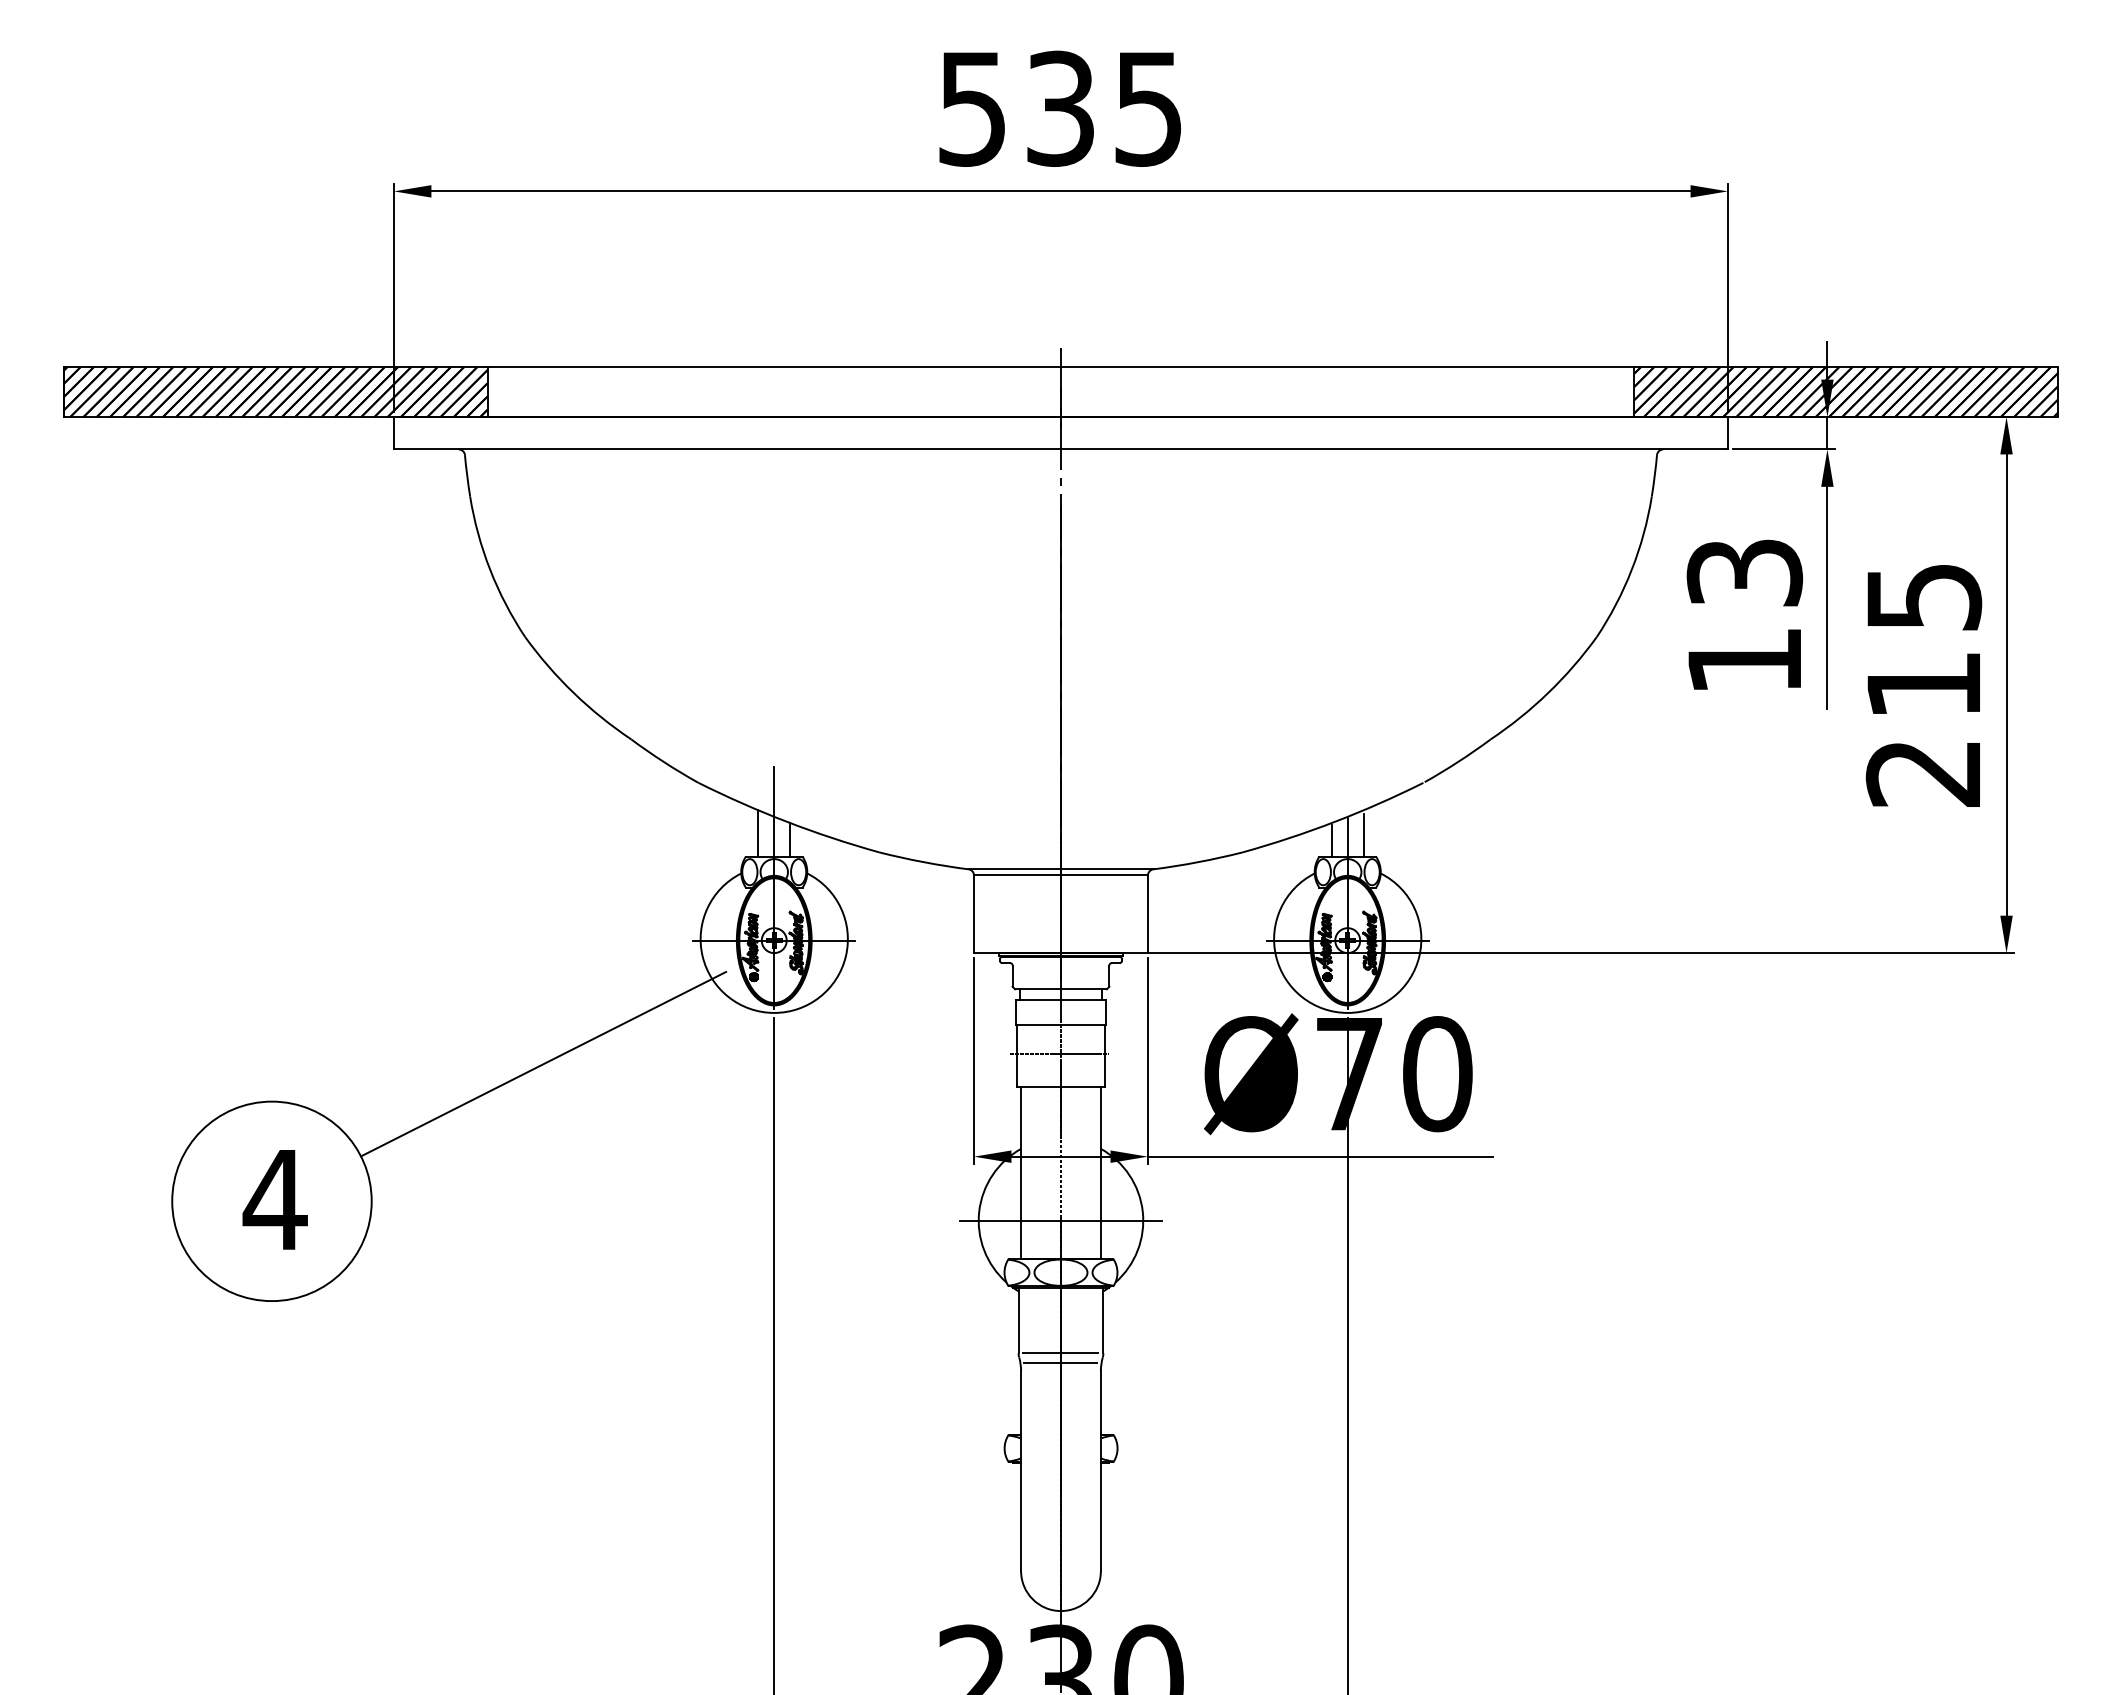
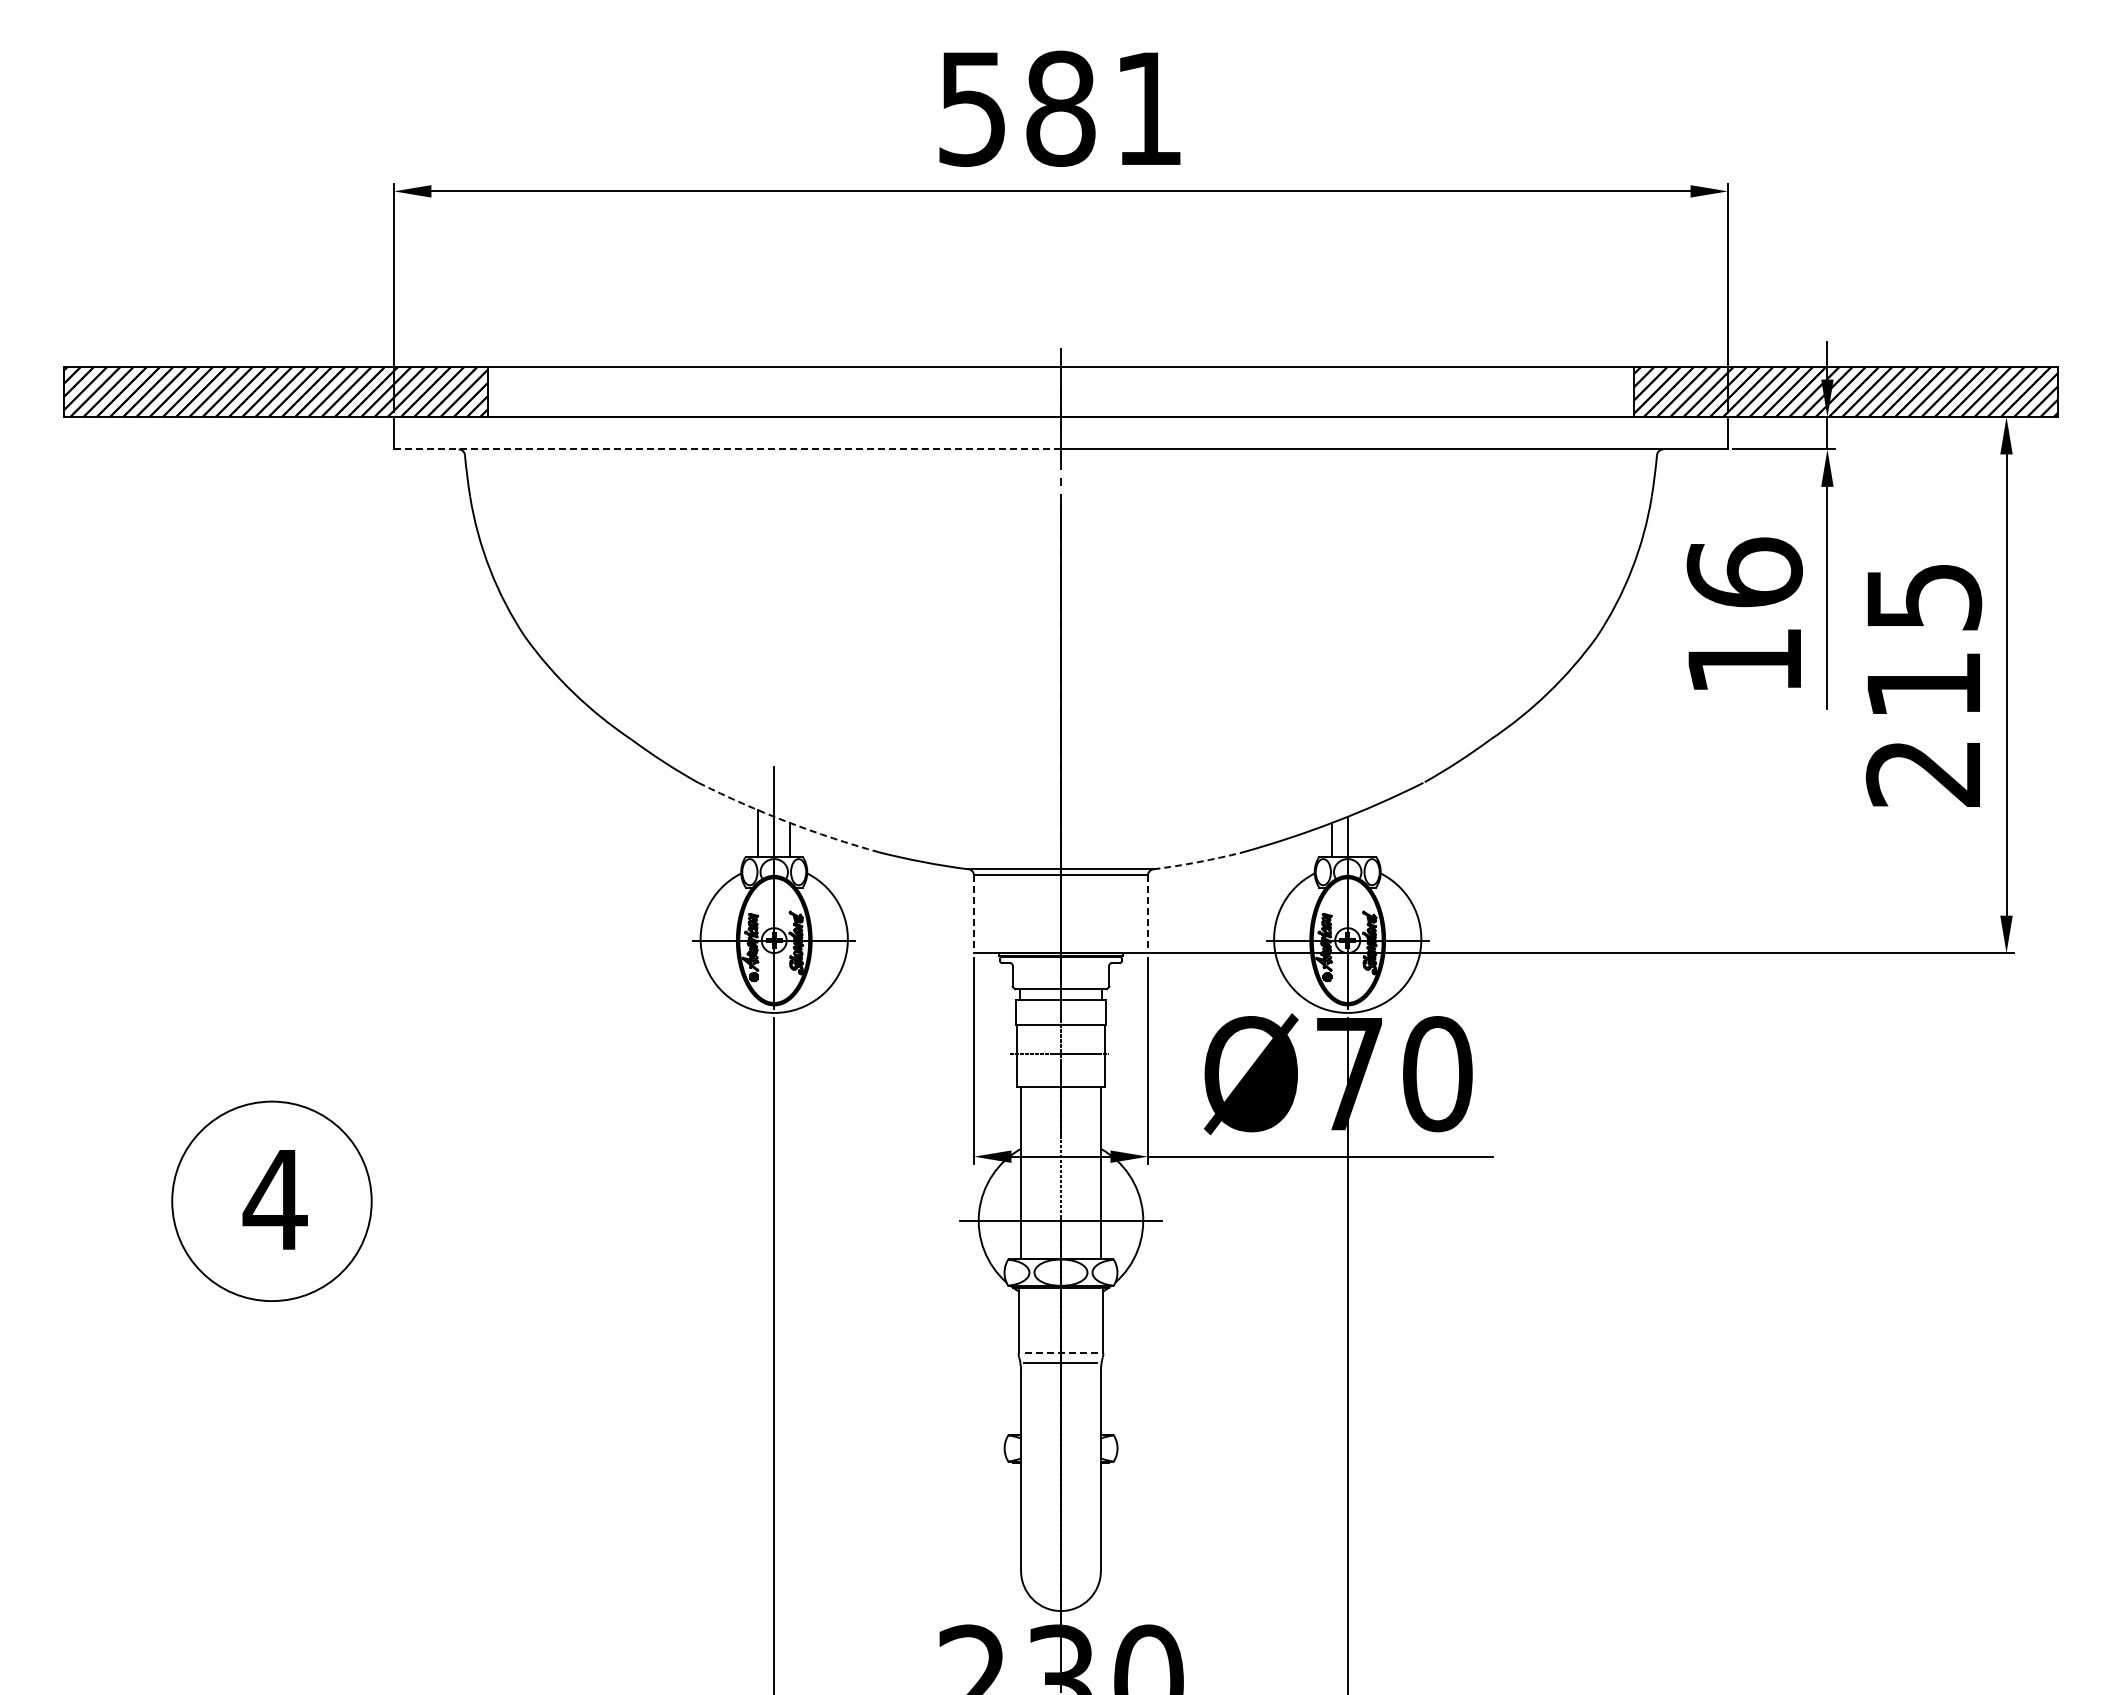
text at (1103, 108): 535 -> 581
line at (728, 449): solid -> dashed
text at (1744, 572): 13 -> 16
arc at (787, 821): solid -> dashed
line at (1363, 835): present -> none
arc at (1198, 862): solid -> dashed
line at (974, 914): solid -> dashed
line at (1147, 914): solid -> dashed
line at (543, 1063): present -> none
line at (1060, 1353): solid -> dashed
